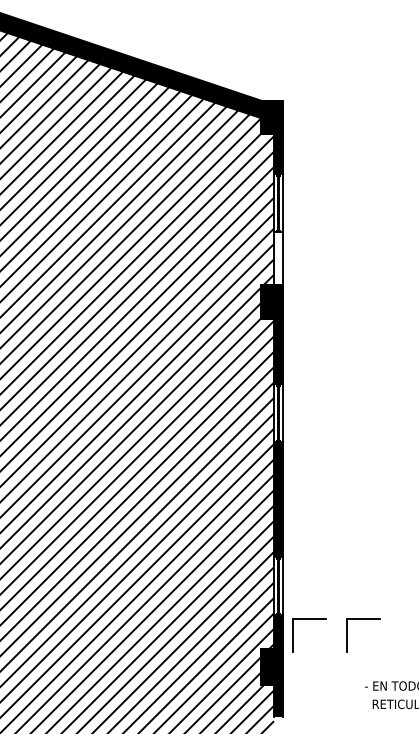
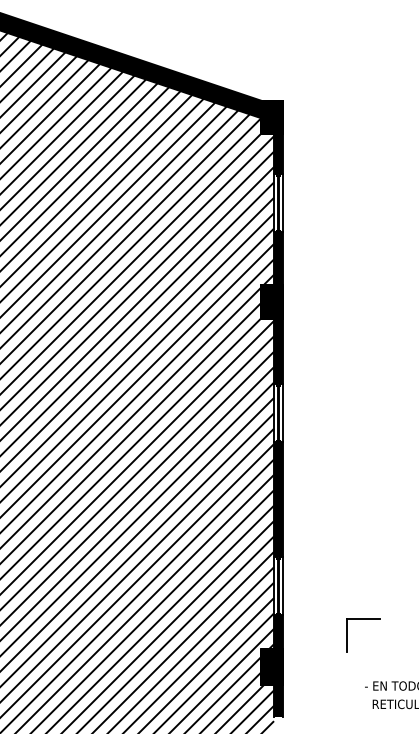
fill at (278, 258): none -> present
part at (309, 619): present -> none
